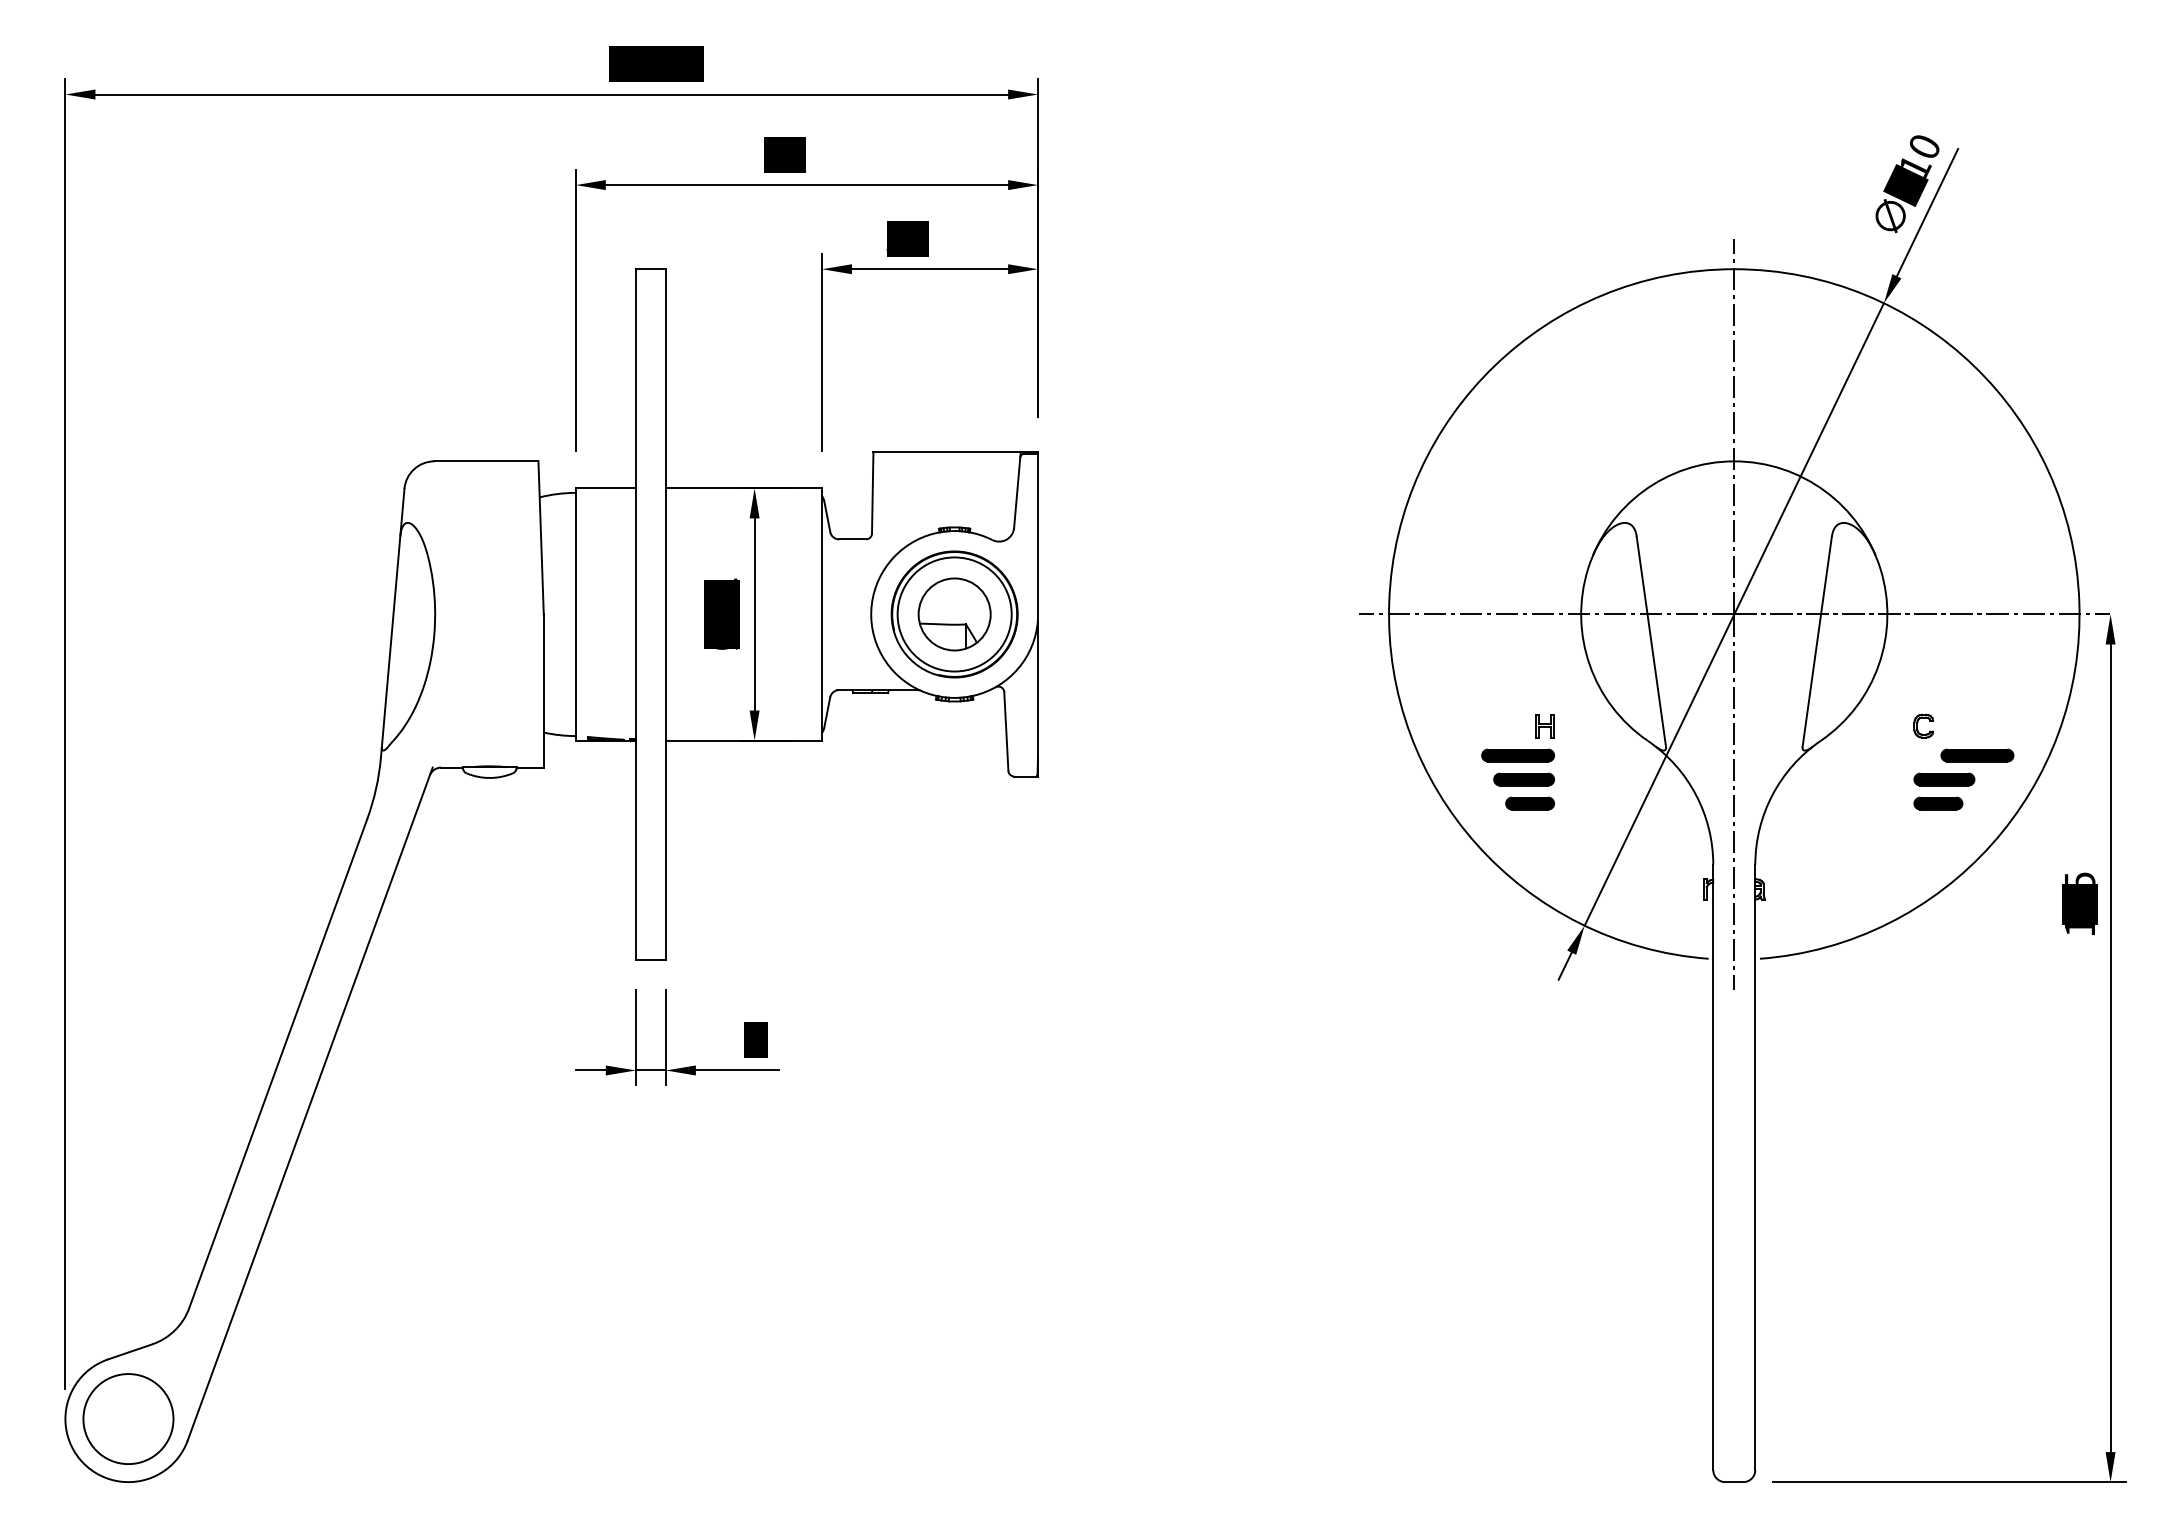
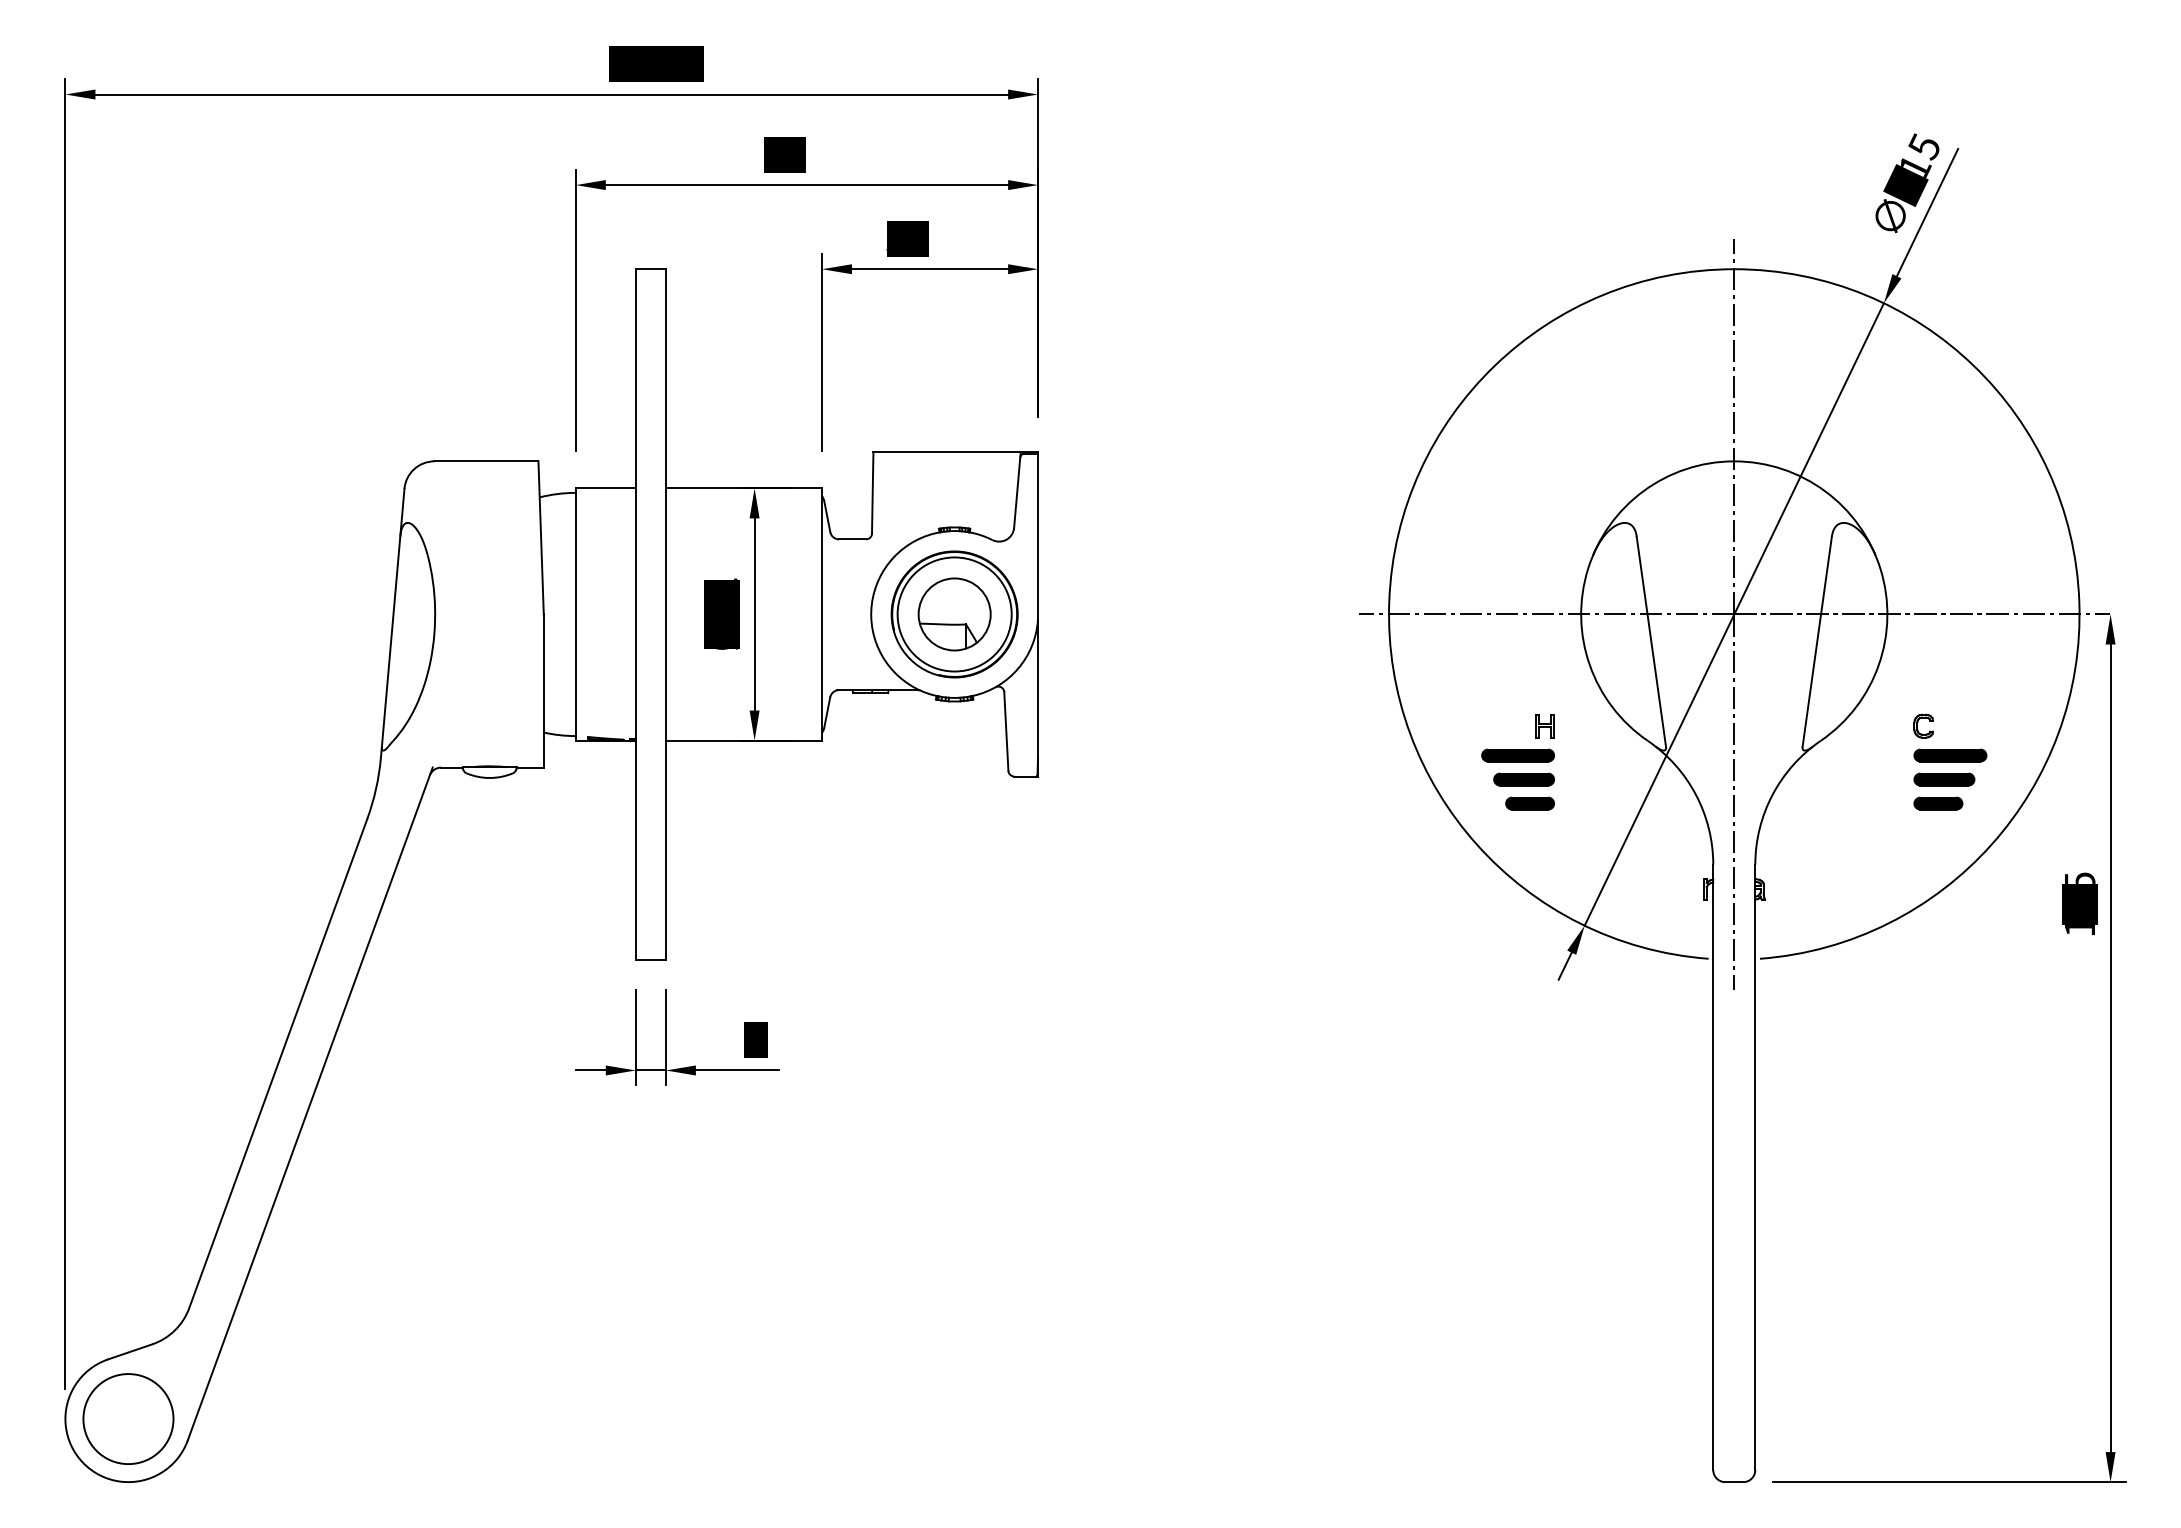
text at (1923, 146): 110 -> 115
part at (1977, 755) position: (1977, 755) -> (1950, 755)
